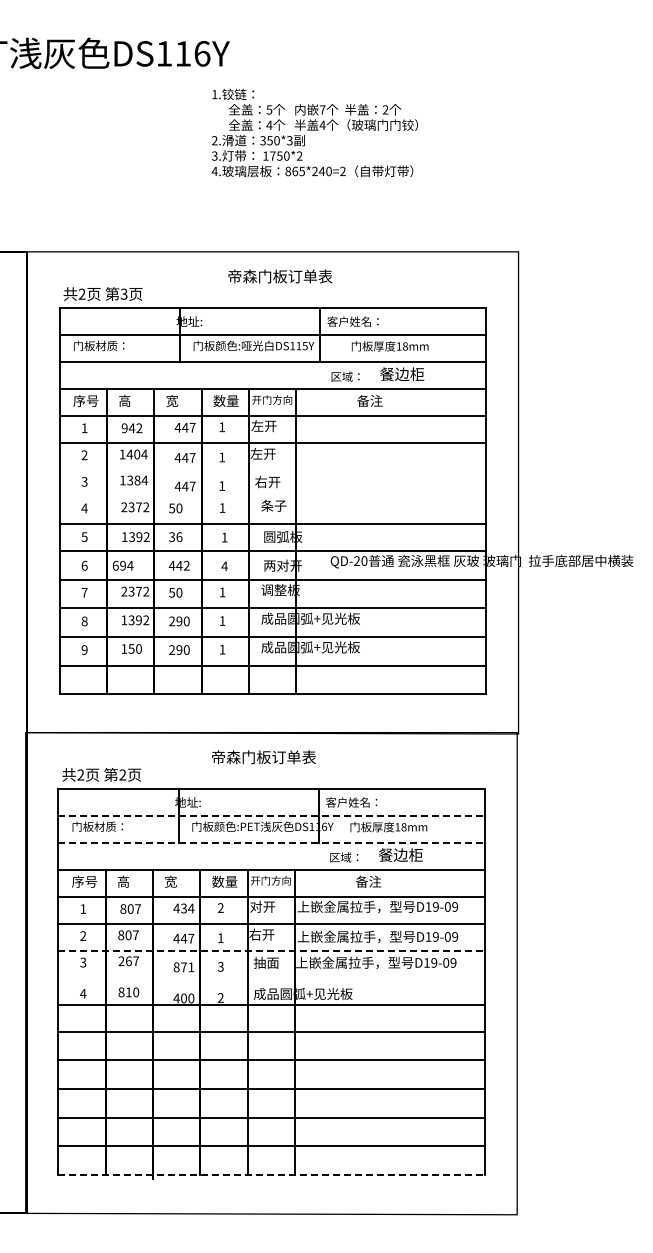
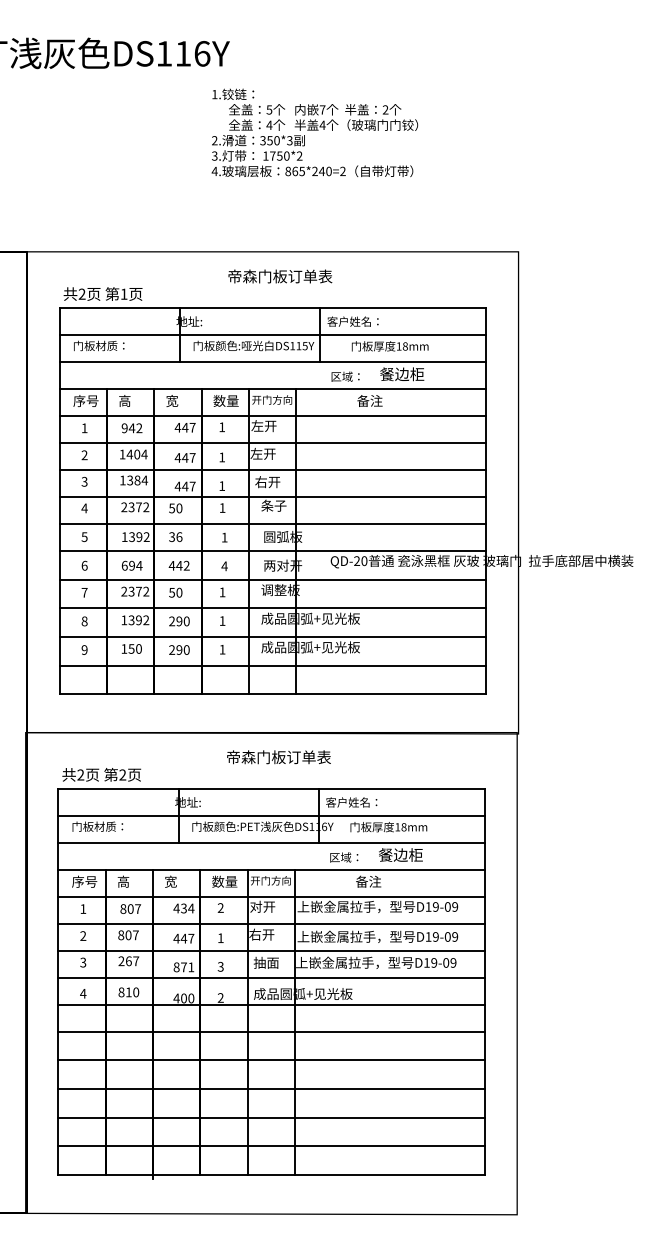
text at (123, 293): 3 -> 1
line at (272, 469): none -> present
line at (272, 496): none -> present
text at (123, 565) position: (123, 565) -> (132, 565)
text at (263, 757) position: (263, 757) -> (278, 757)
line at (271, 815): dashed -> solid
line at (271, 842): dashed -> solid
line at (271, 950): dashed -> solid
line at (271, 977): none -> present
line at (271, 1175): dashed -> solid
